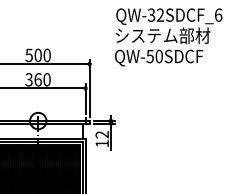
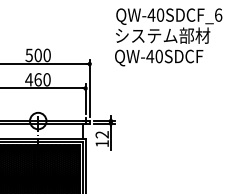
text at (155, 14): QW-32SDCF_6 -> QW-40SDCF_6
text at (150, 56): QW-50SDCF -> QW-40SDCF
text at (29, 79): 360 -> 460
